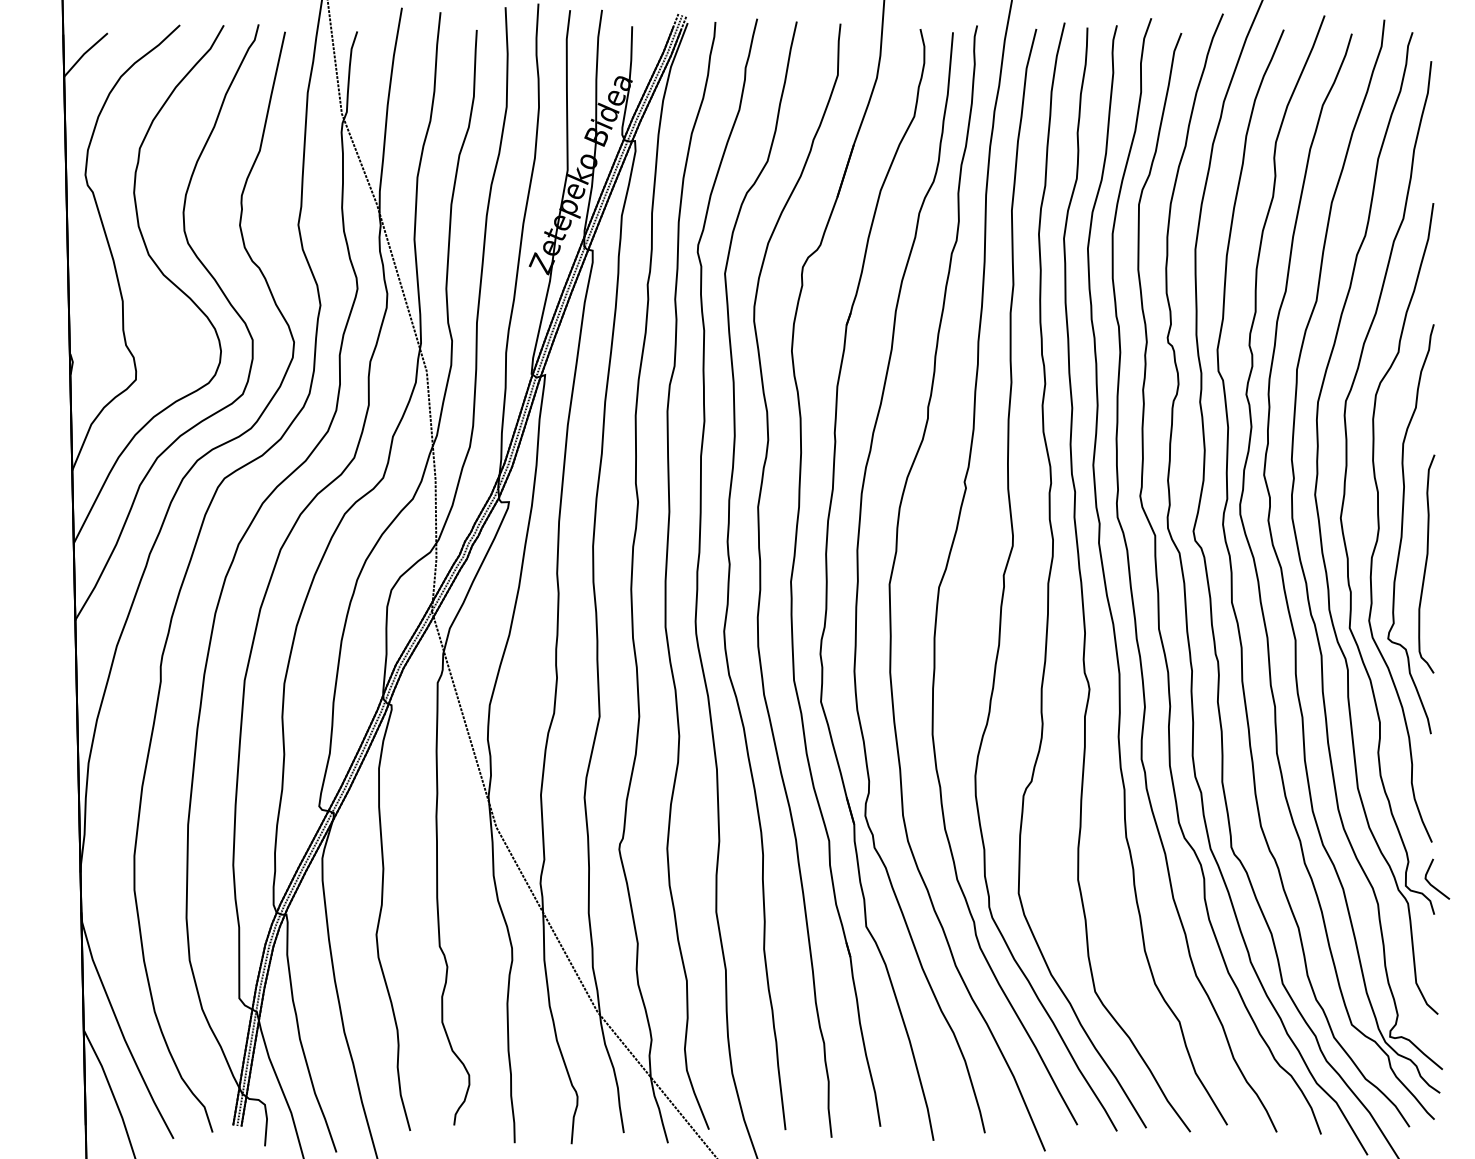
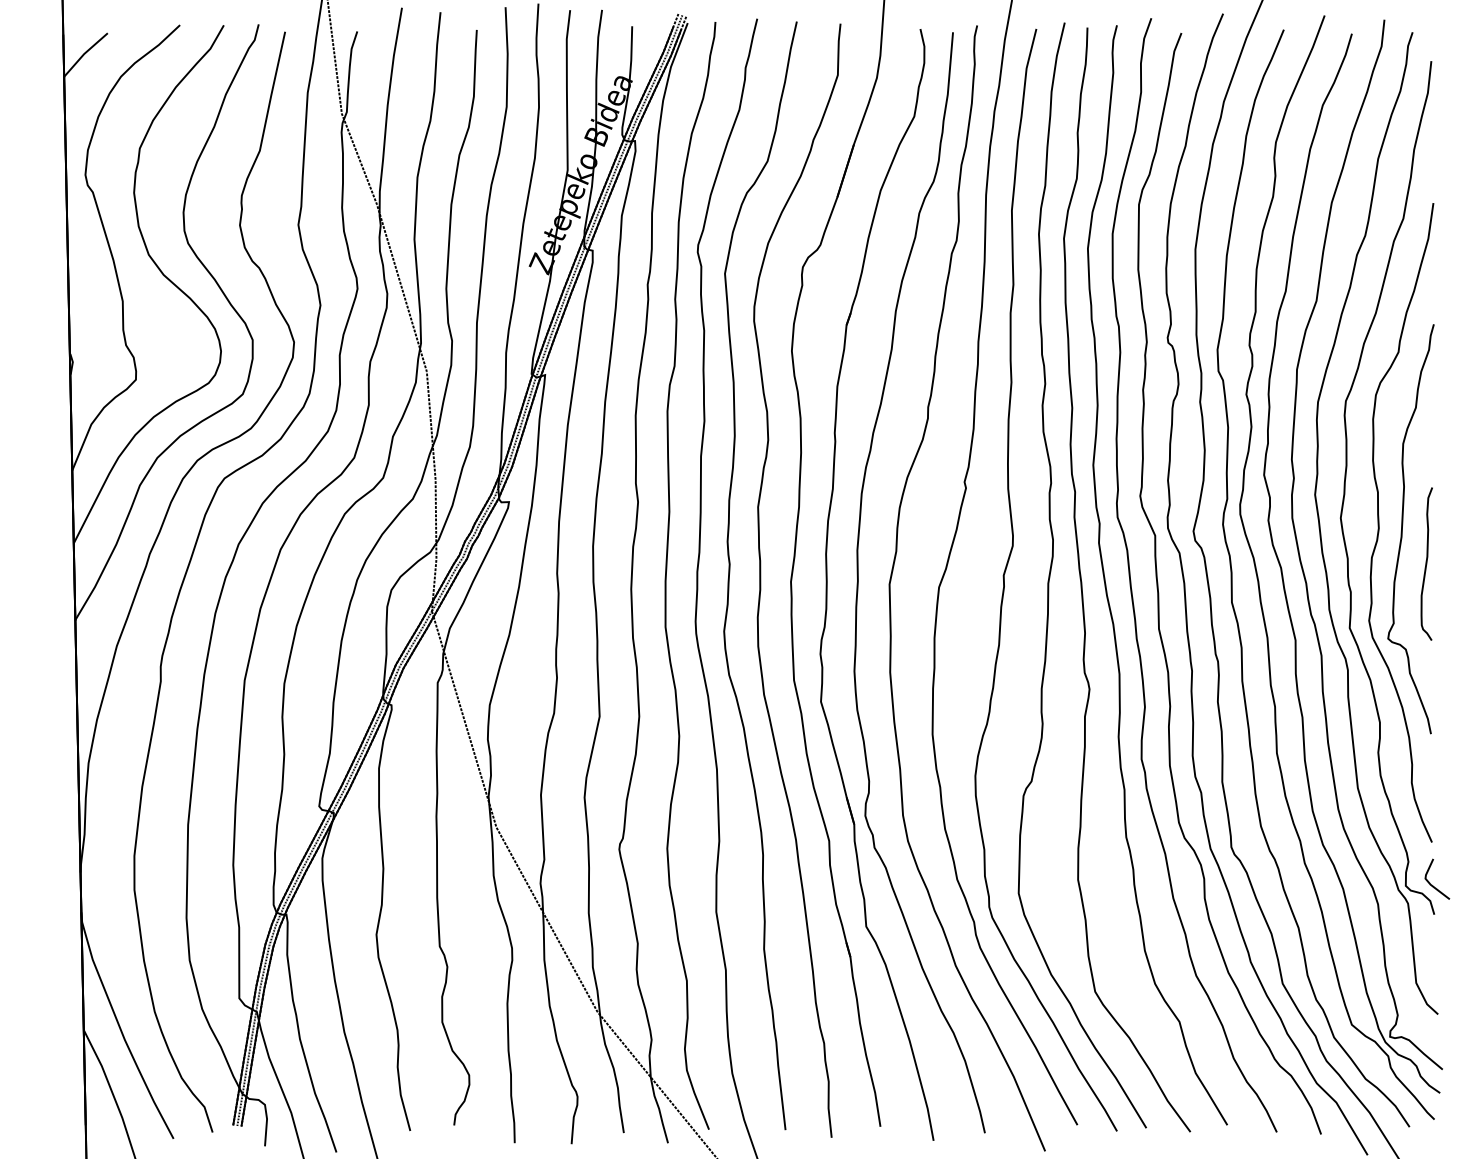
part at (1426, 563) size: 18x220 px -> 13x154 px
